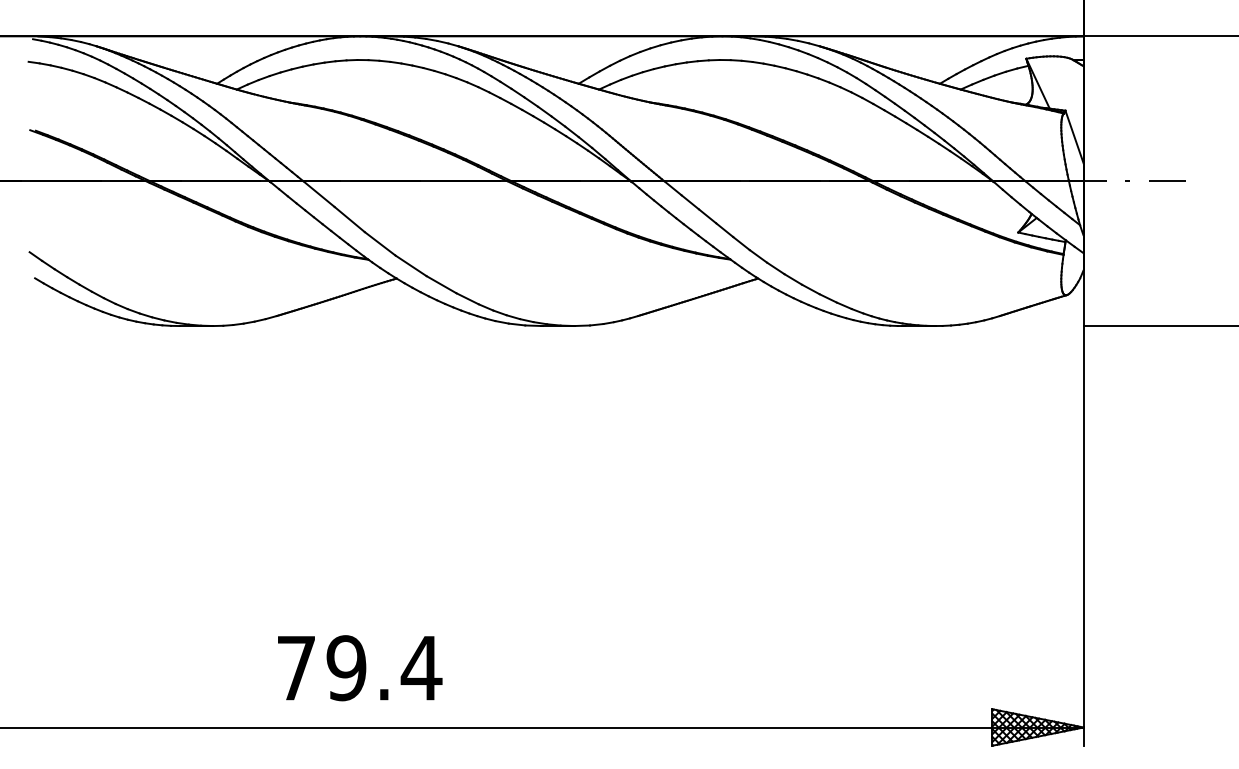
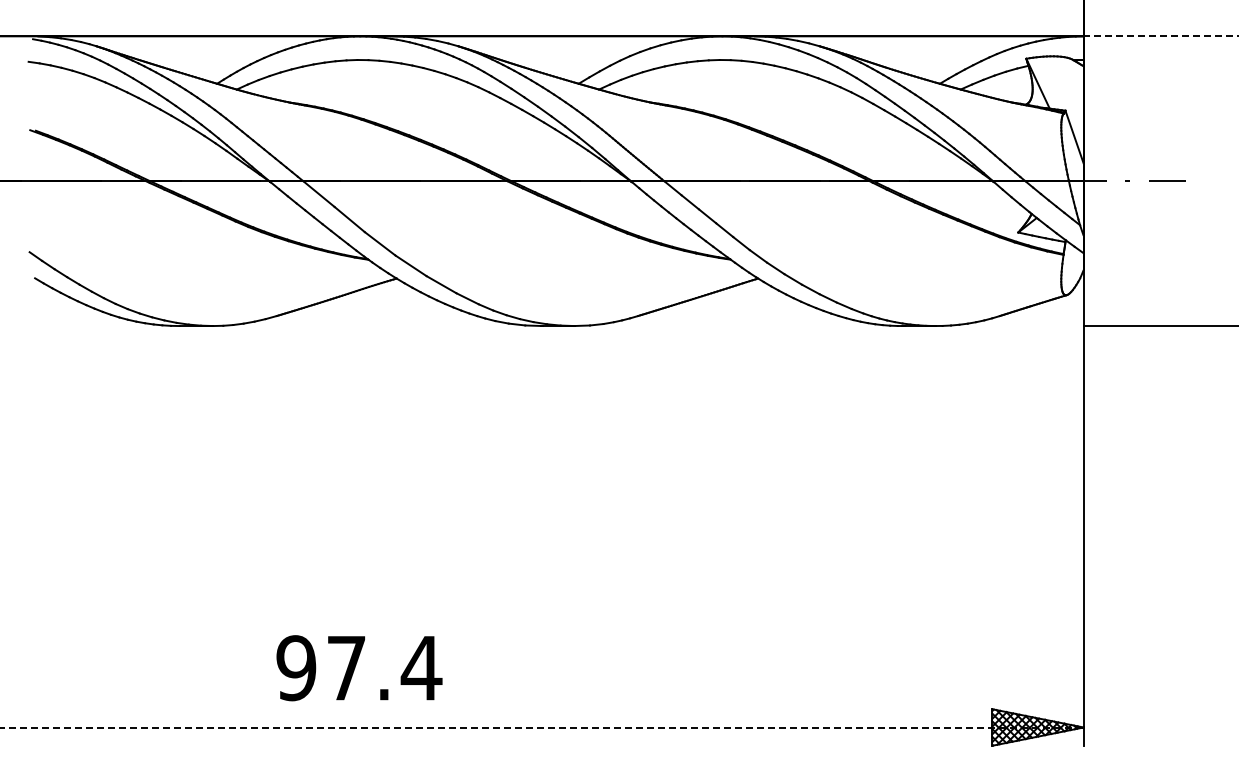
line at (1160, 36): solid -> dashed
text at (321, 668): 79.4 -> 97.4
line at (542, 727): solid -> dashed
